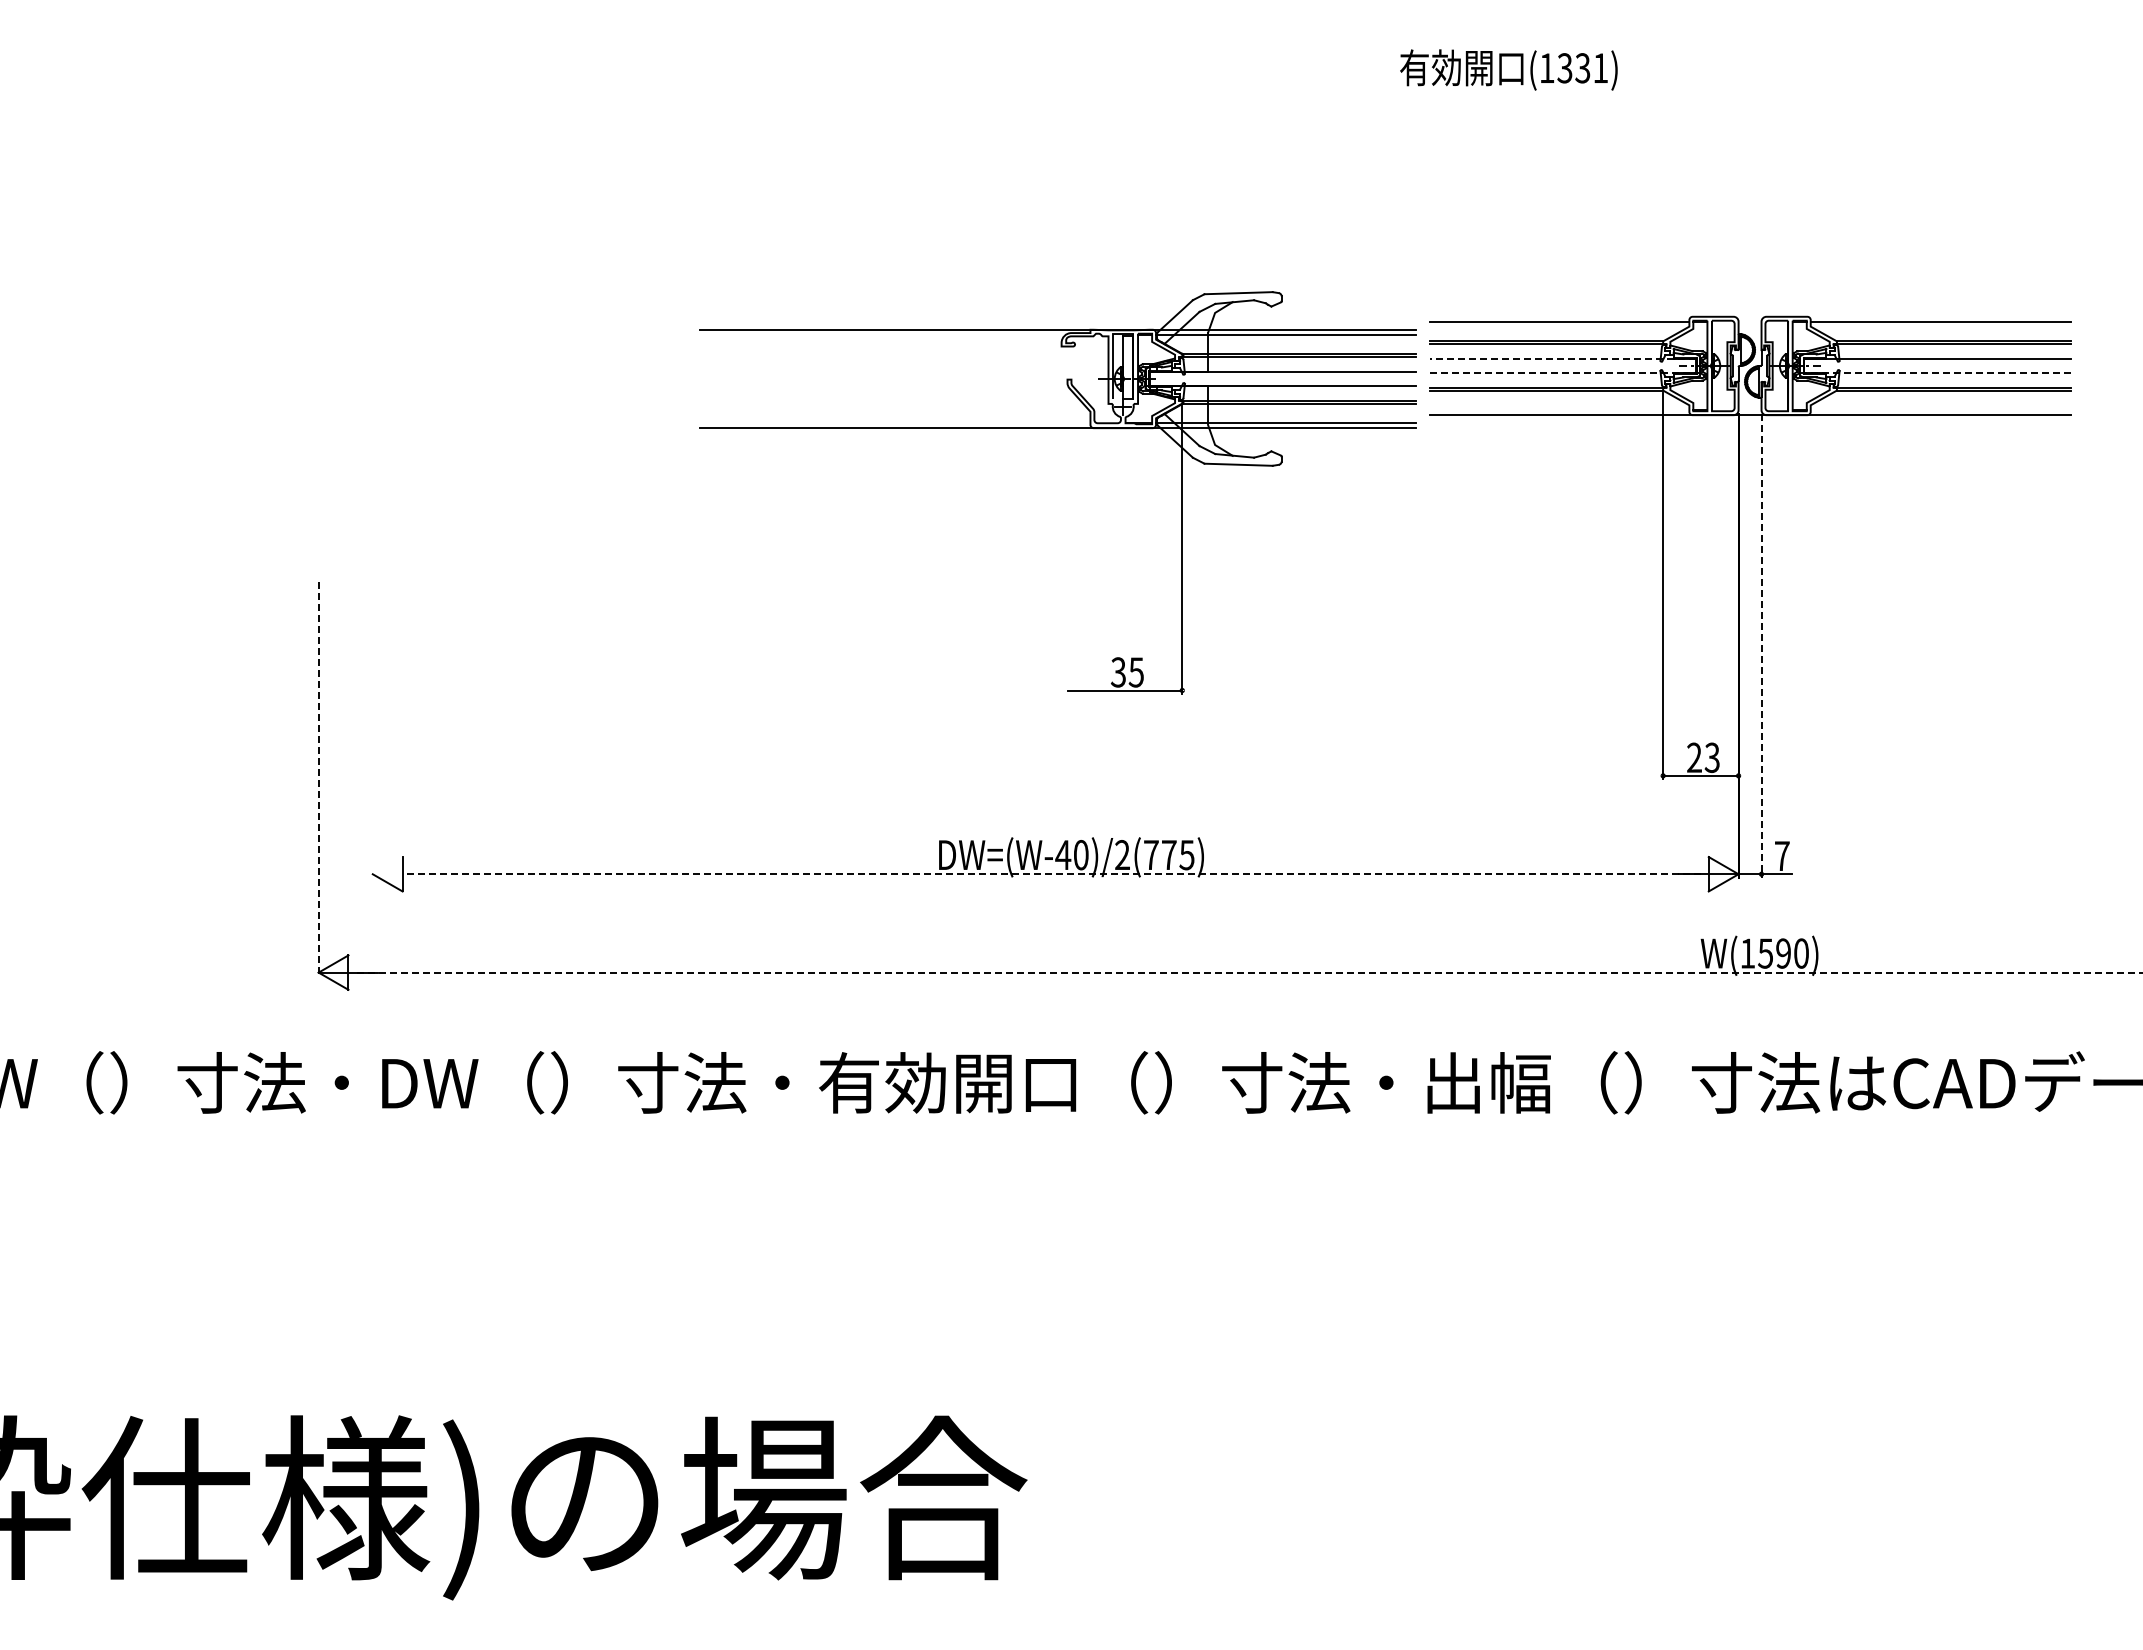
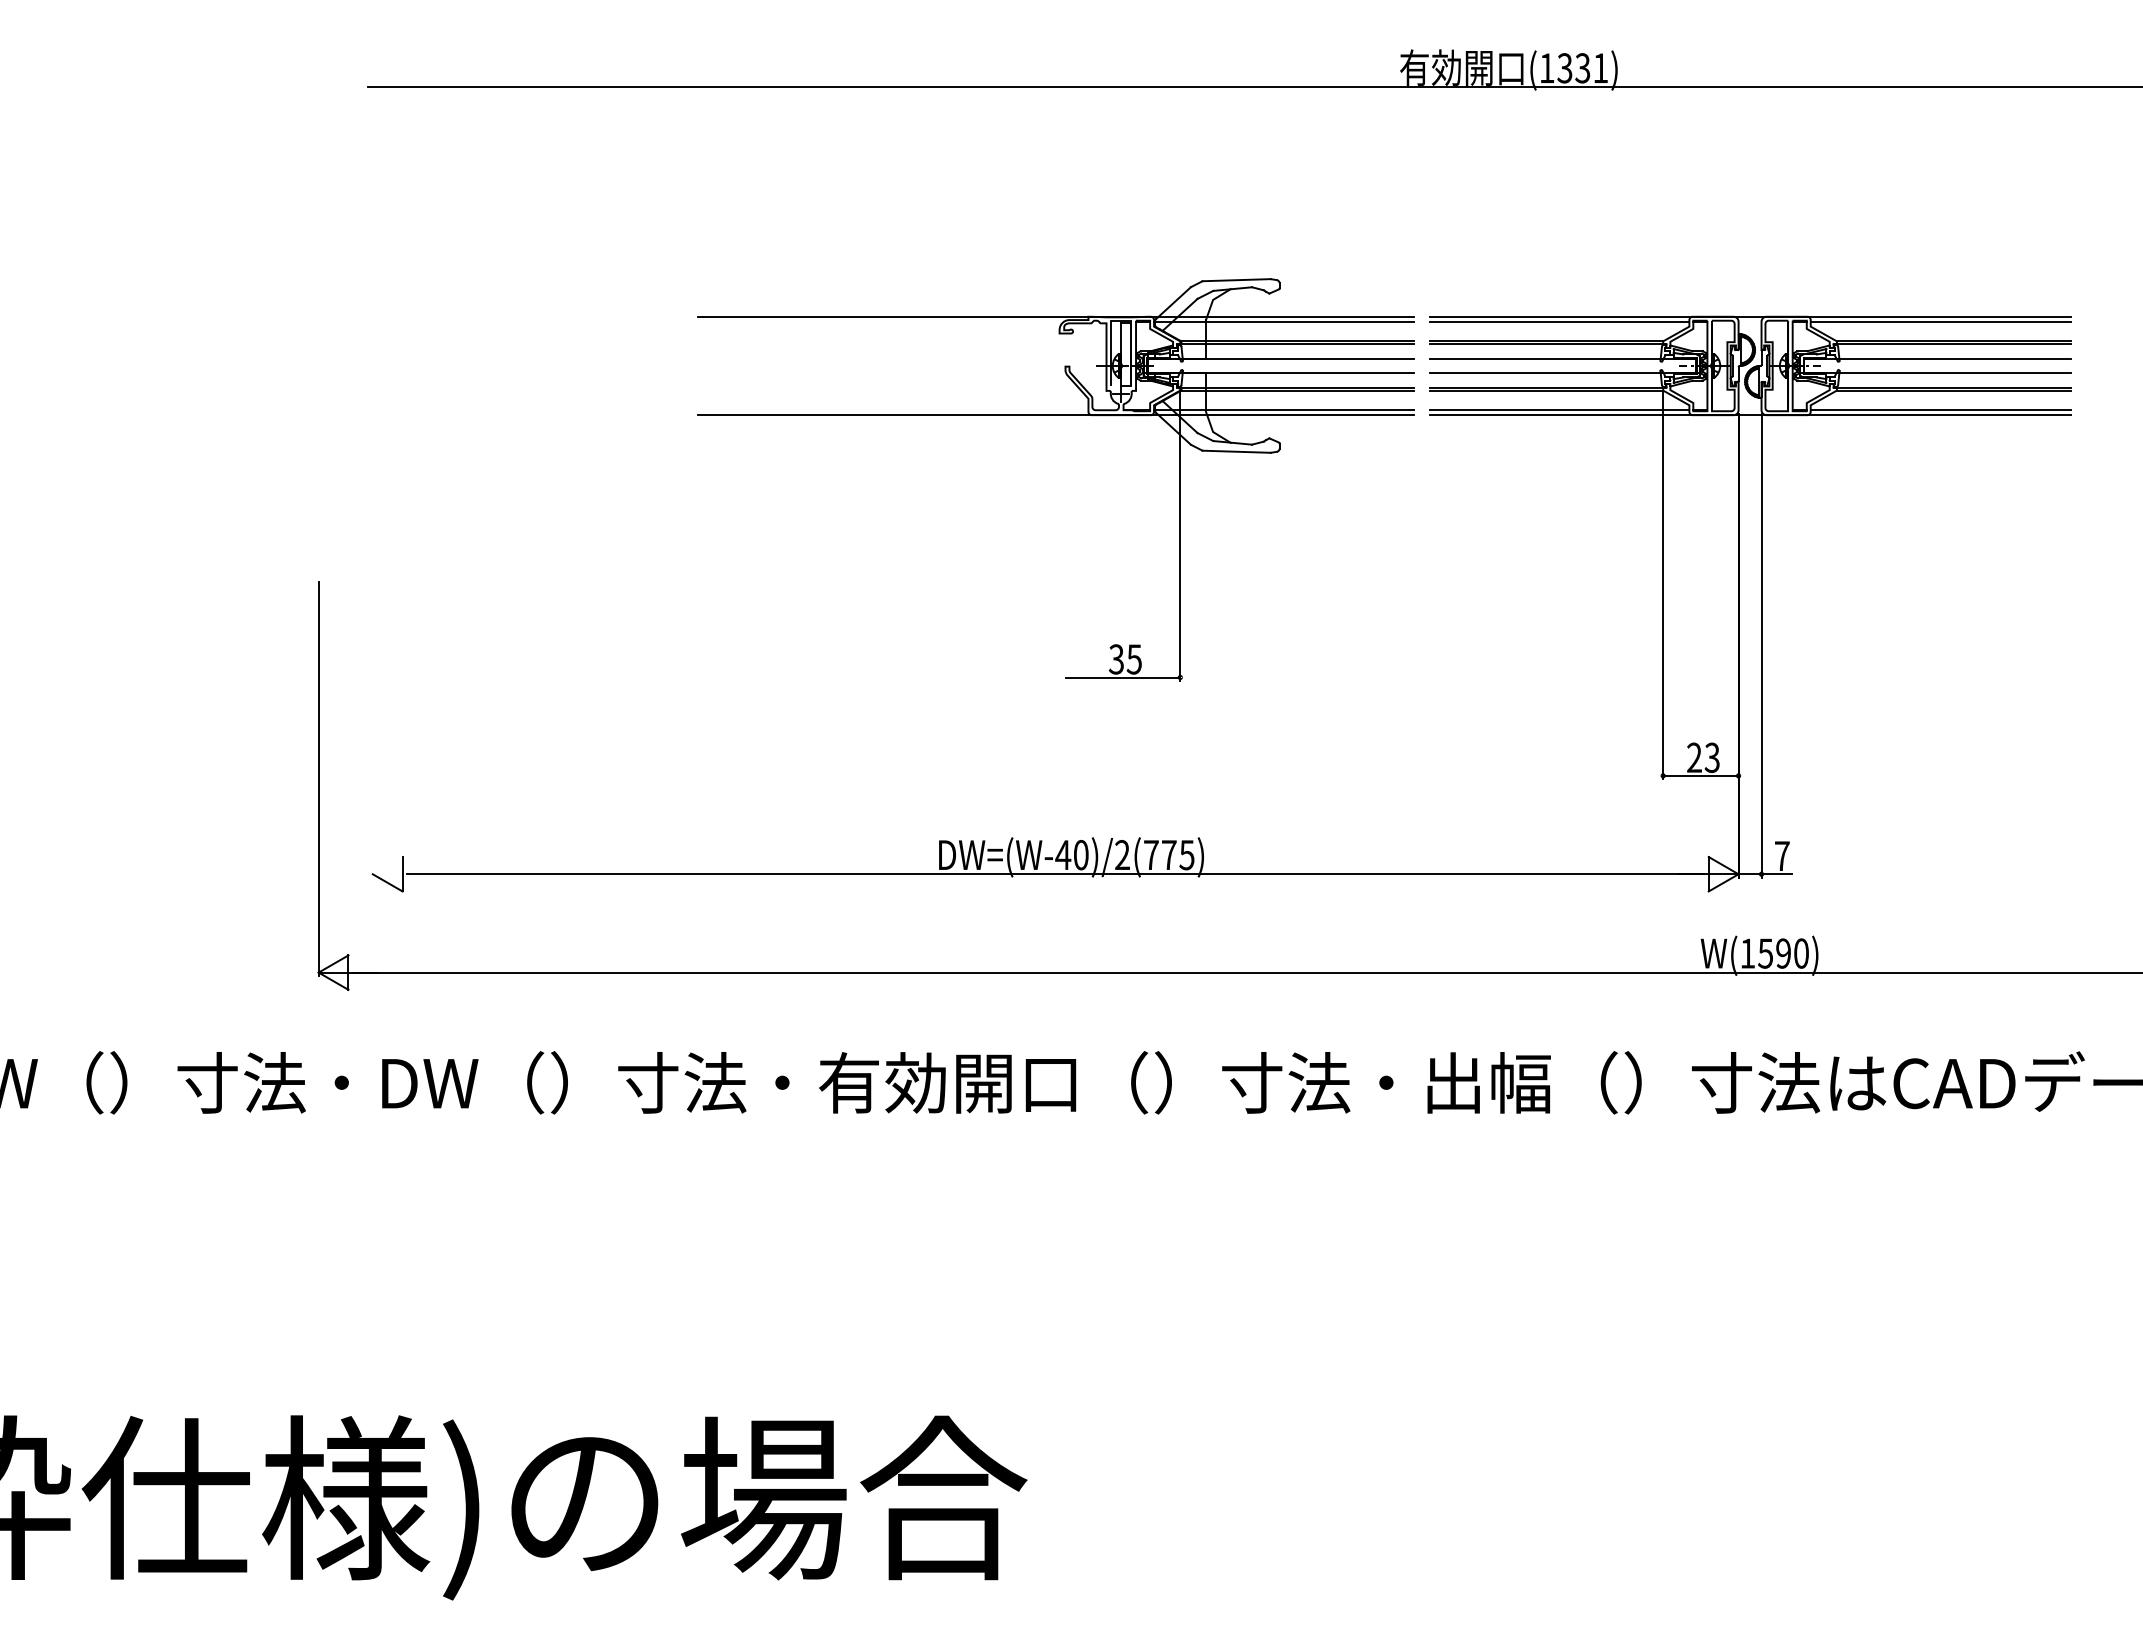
line at (1253, 87): none -> present
line at (1749, 316): none -> present
line at (1562, 359): dashed -> solid
line at (1563, 372): dashed -> solid
line at (1936, 372): dashed -> solid
line at (1559, 410): none -> present
line at (1940, 410): none -> present
part at (1057, 428) position: (1057, 428) -> (1055, 415)
line at (1761, 646): dashed -> solid
line at (318, 779): dashed -> solid
line at (1056, 874): dashed -> solid
line at (1247, 972): dashed -> solid
